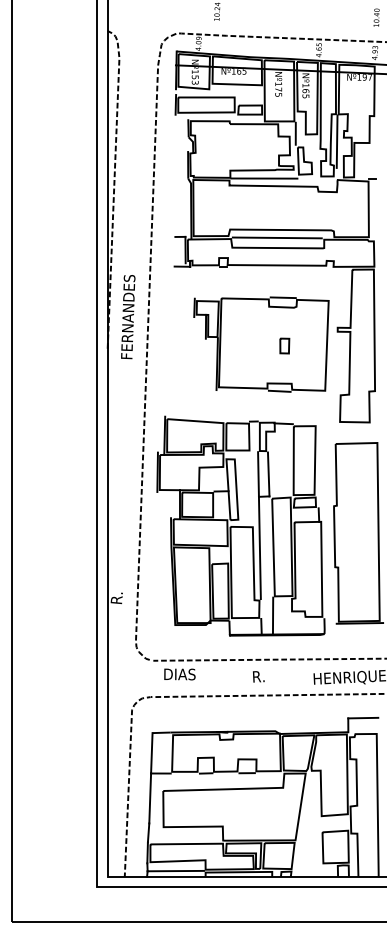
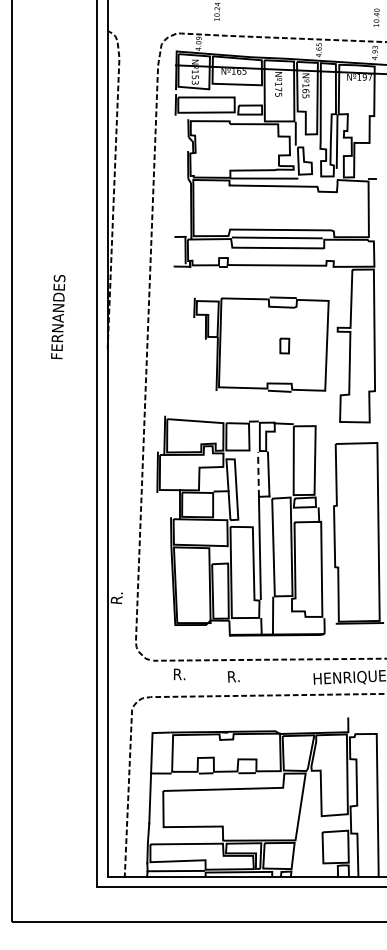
text at (128, 317) position: (128, 317) -> (58, 317)
line at (258, 474): solid -> dashed
text at (179, 674): DIAS -> R.
text at (258, 676) position: (258, 676) -> (233, 676)
line at (363, 717): present -> none
